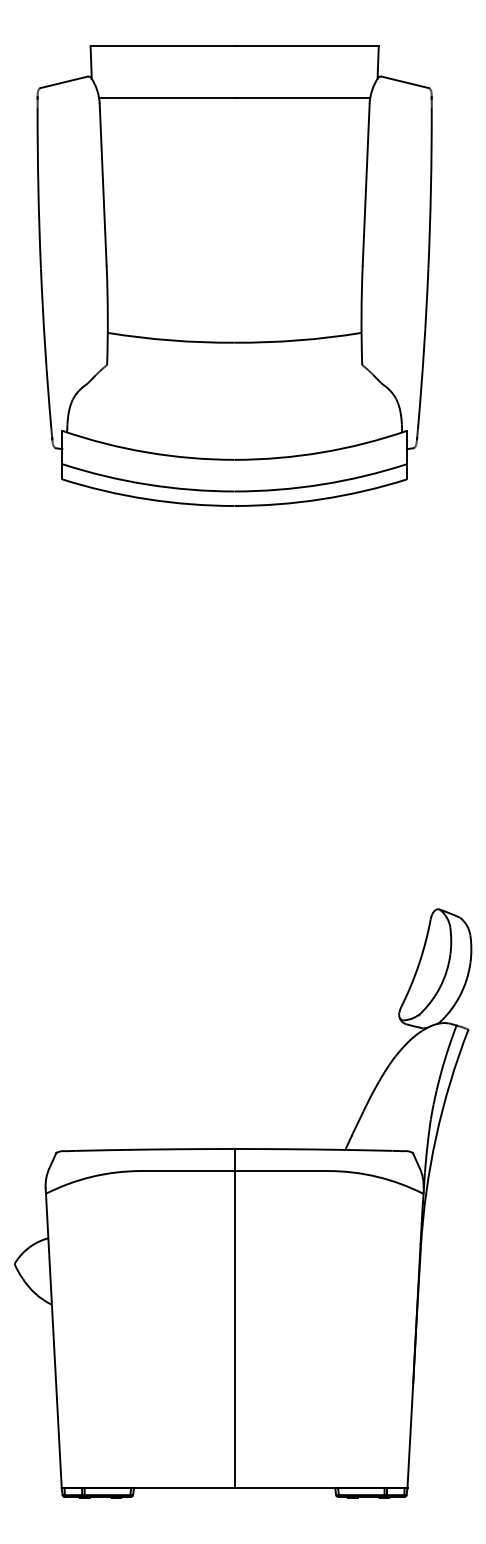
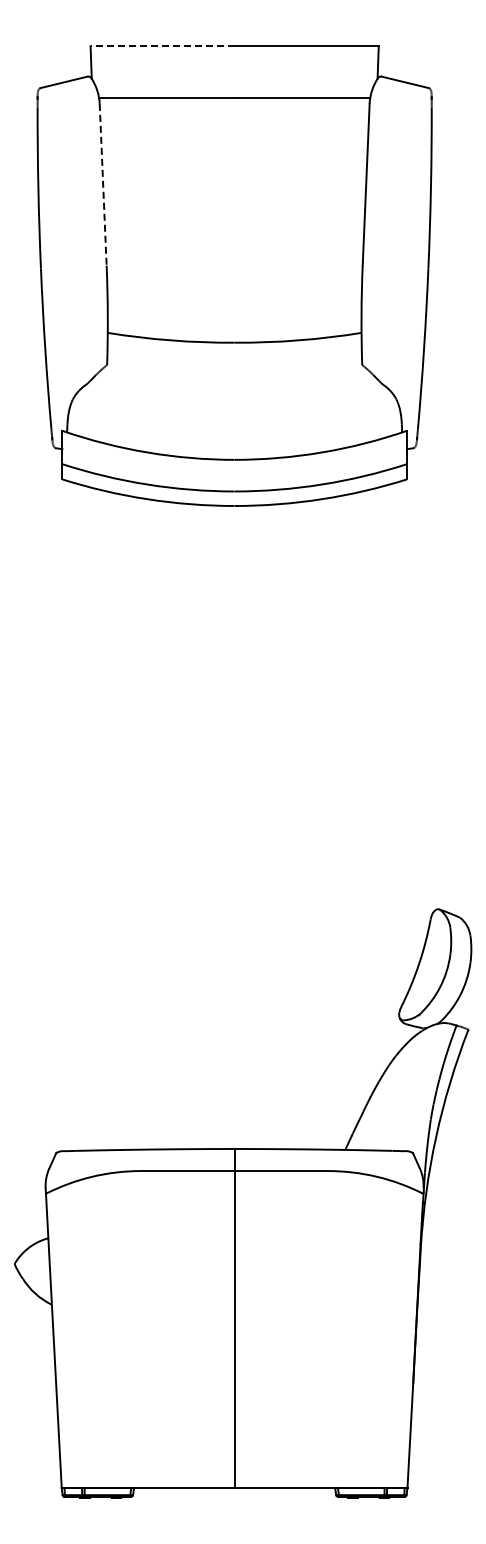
line at (162, 46): solid -> dashed
line at (103, 184): solid -> dashed
